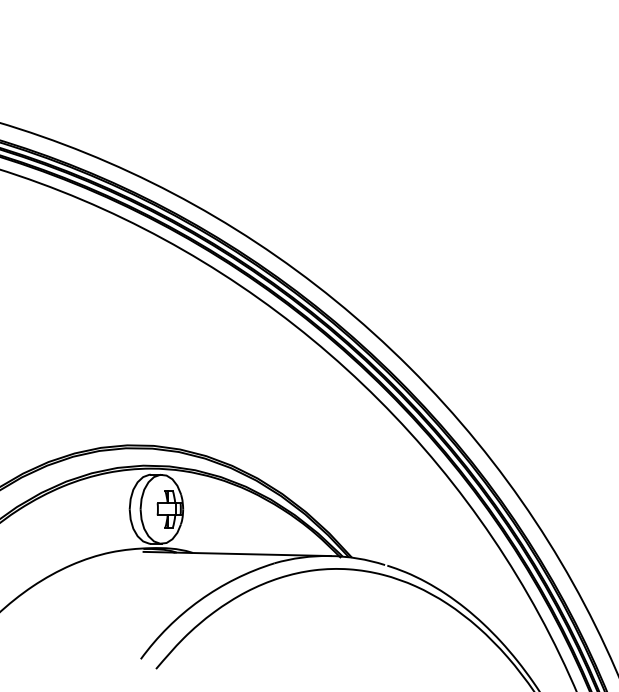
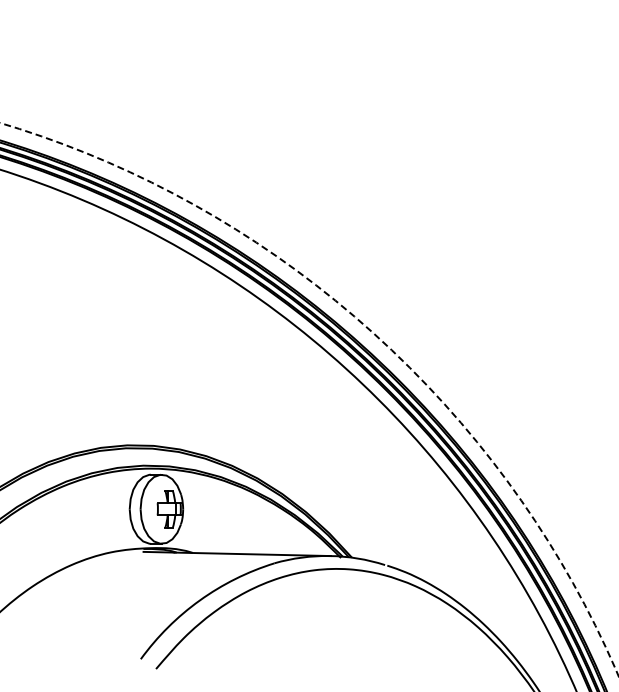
arc at (371, 331): solid -> dashed
